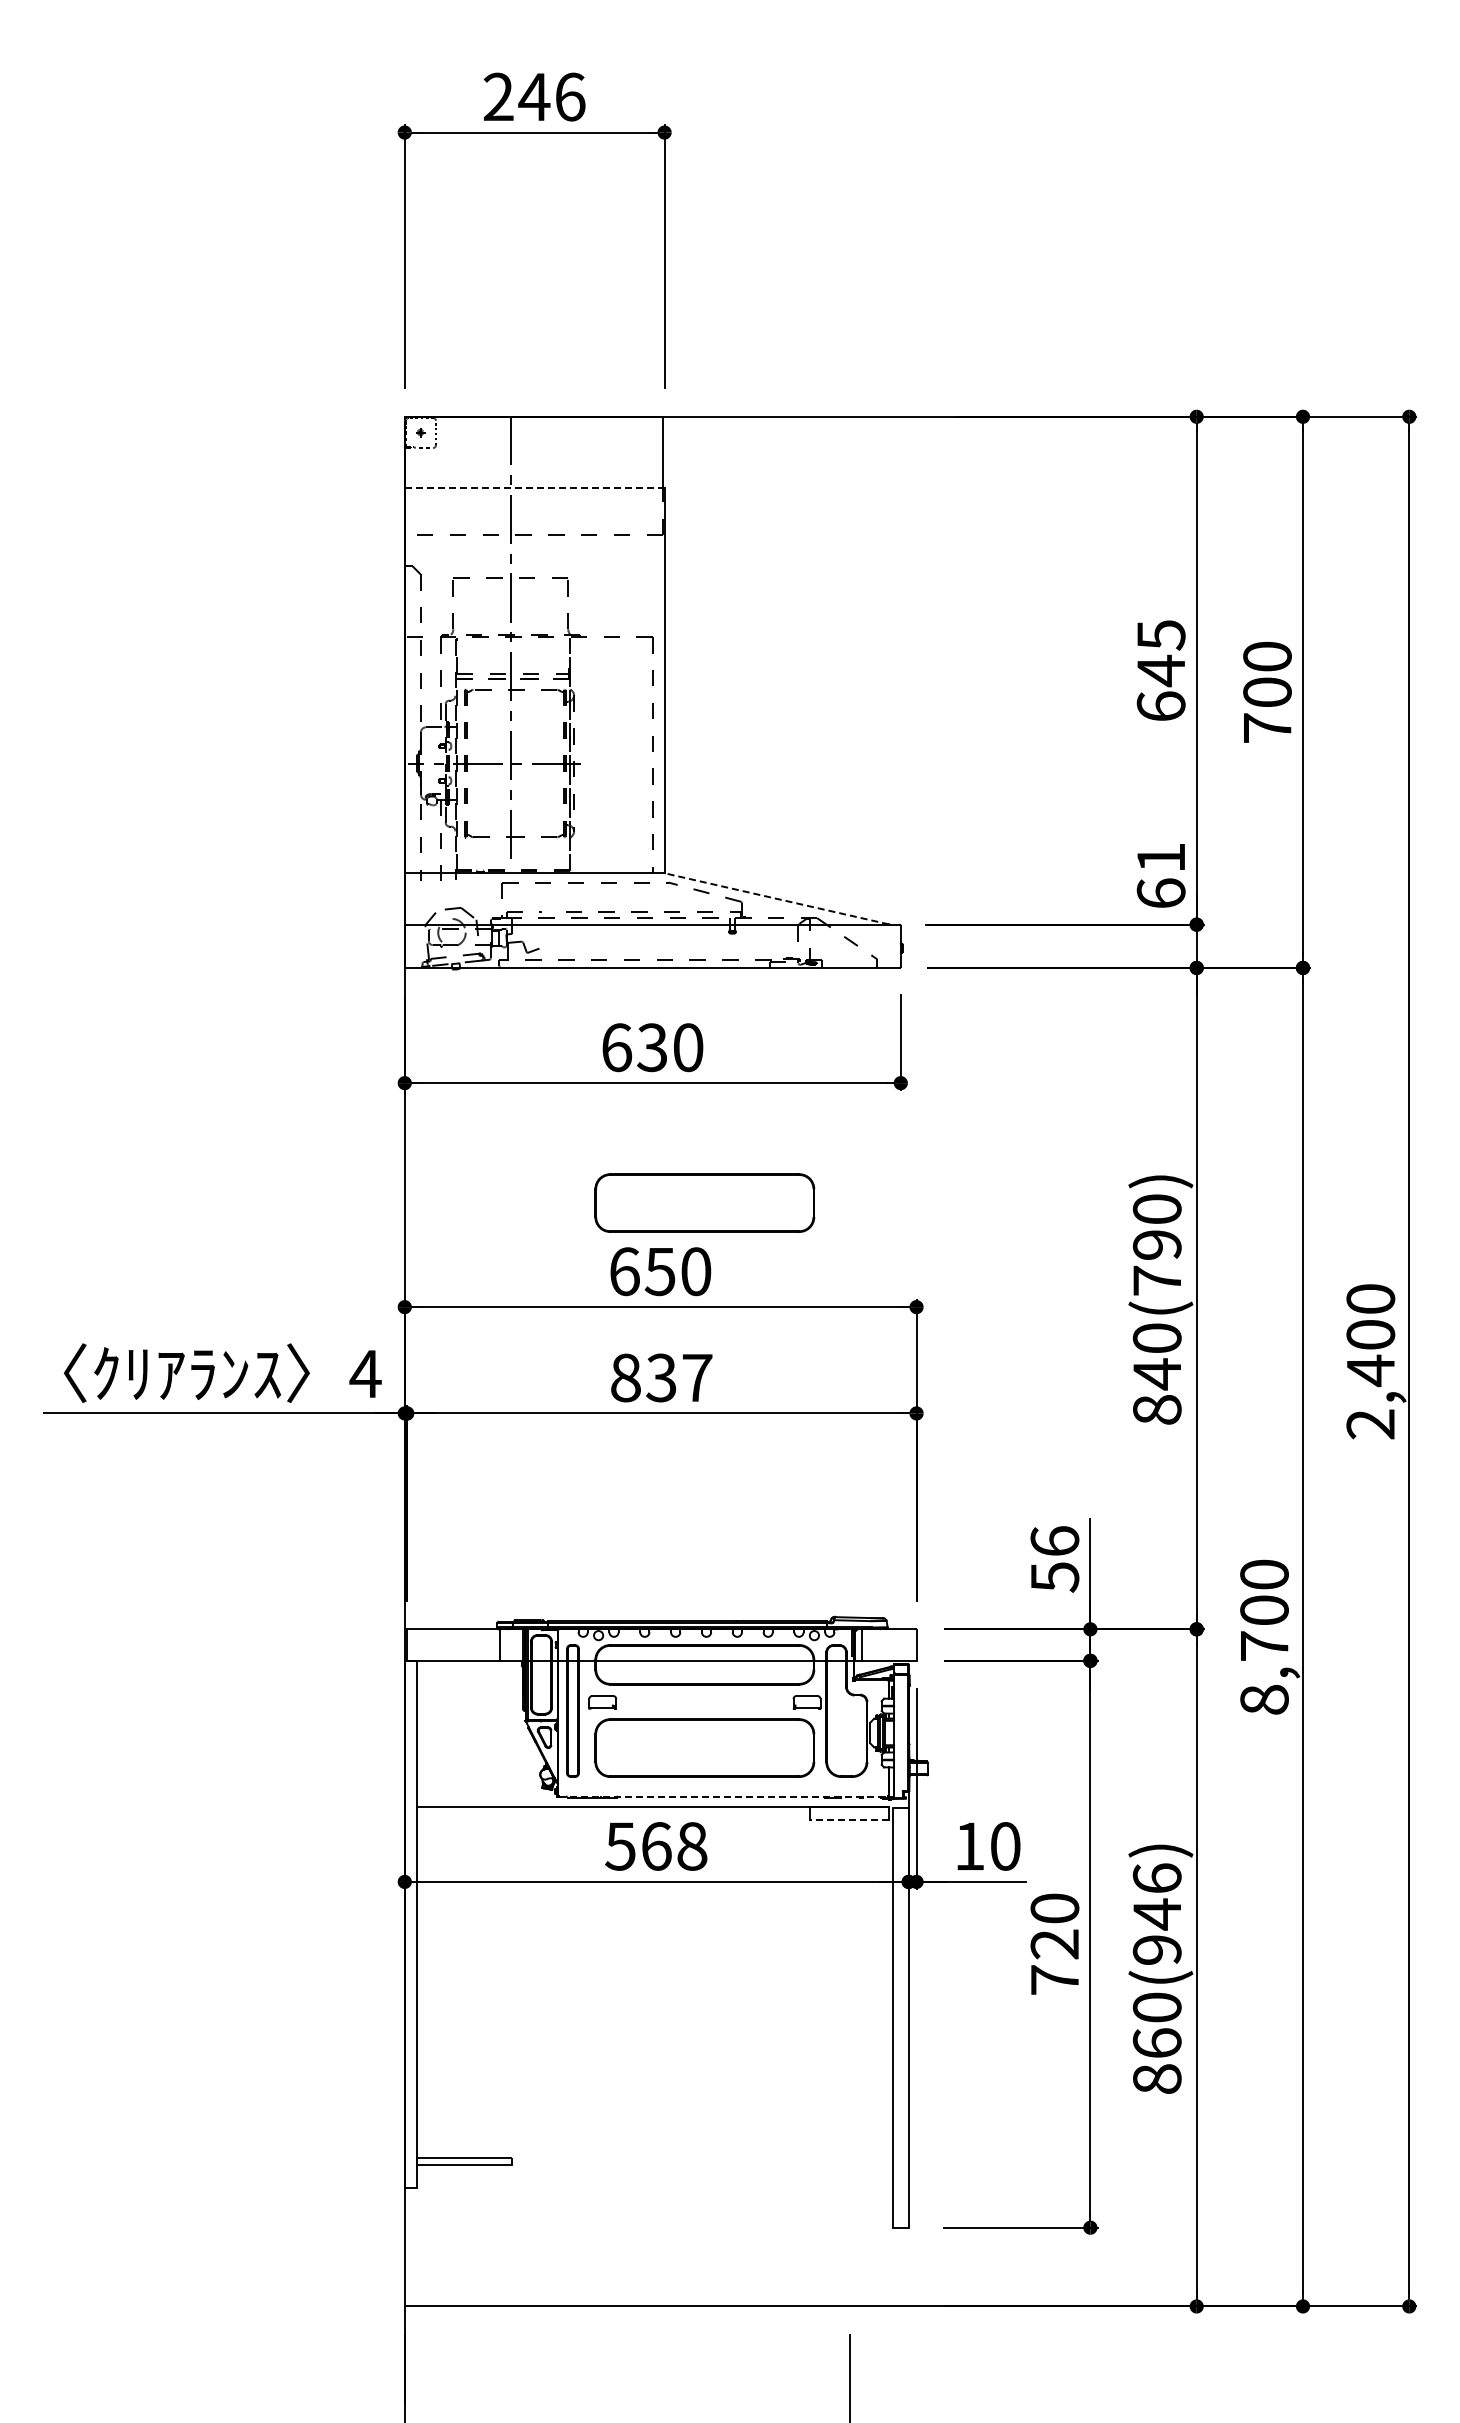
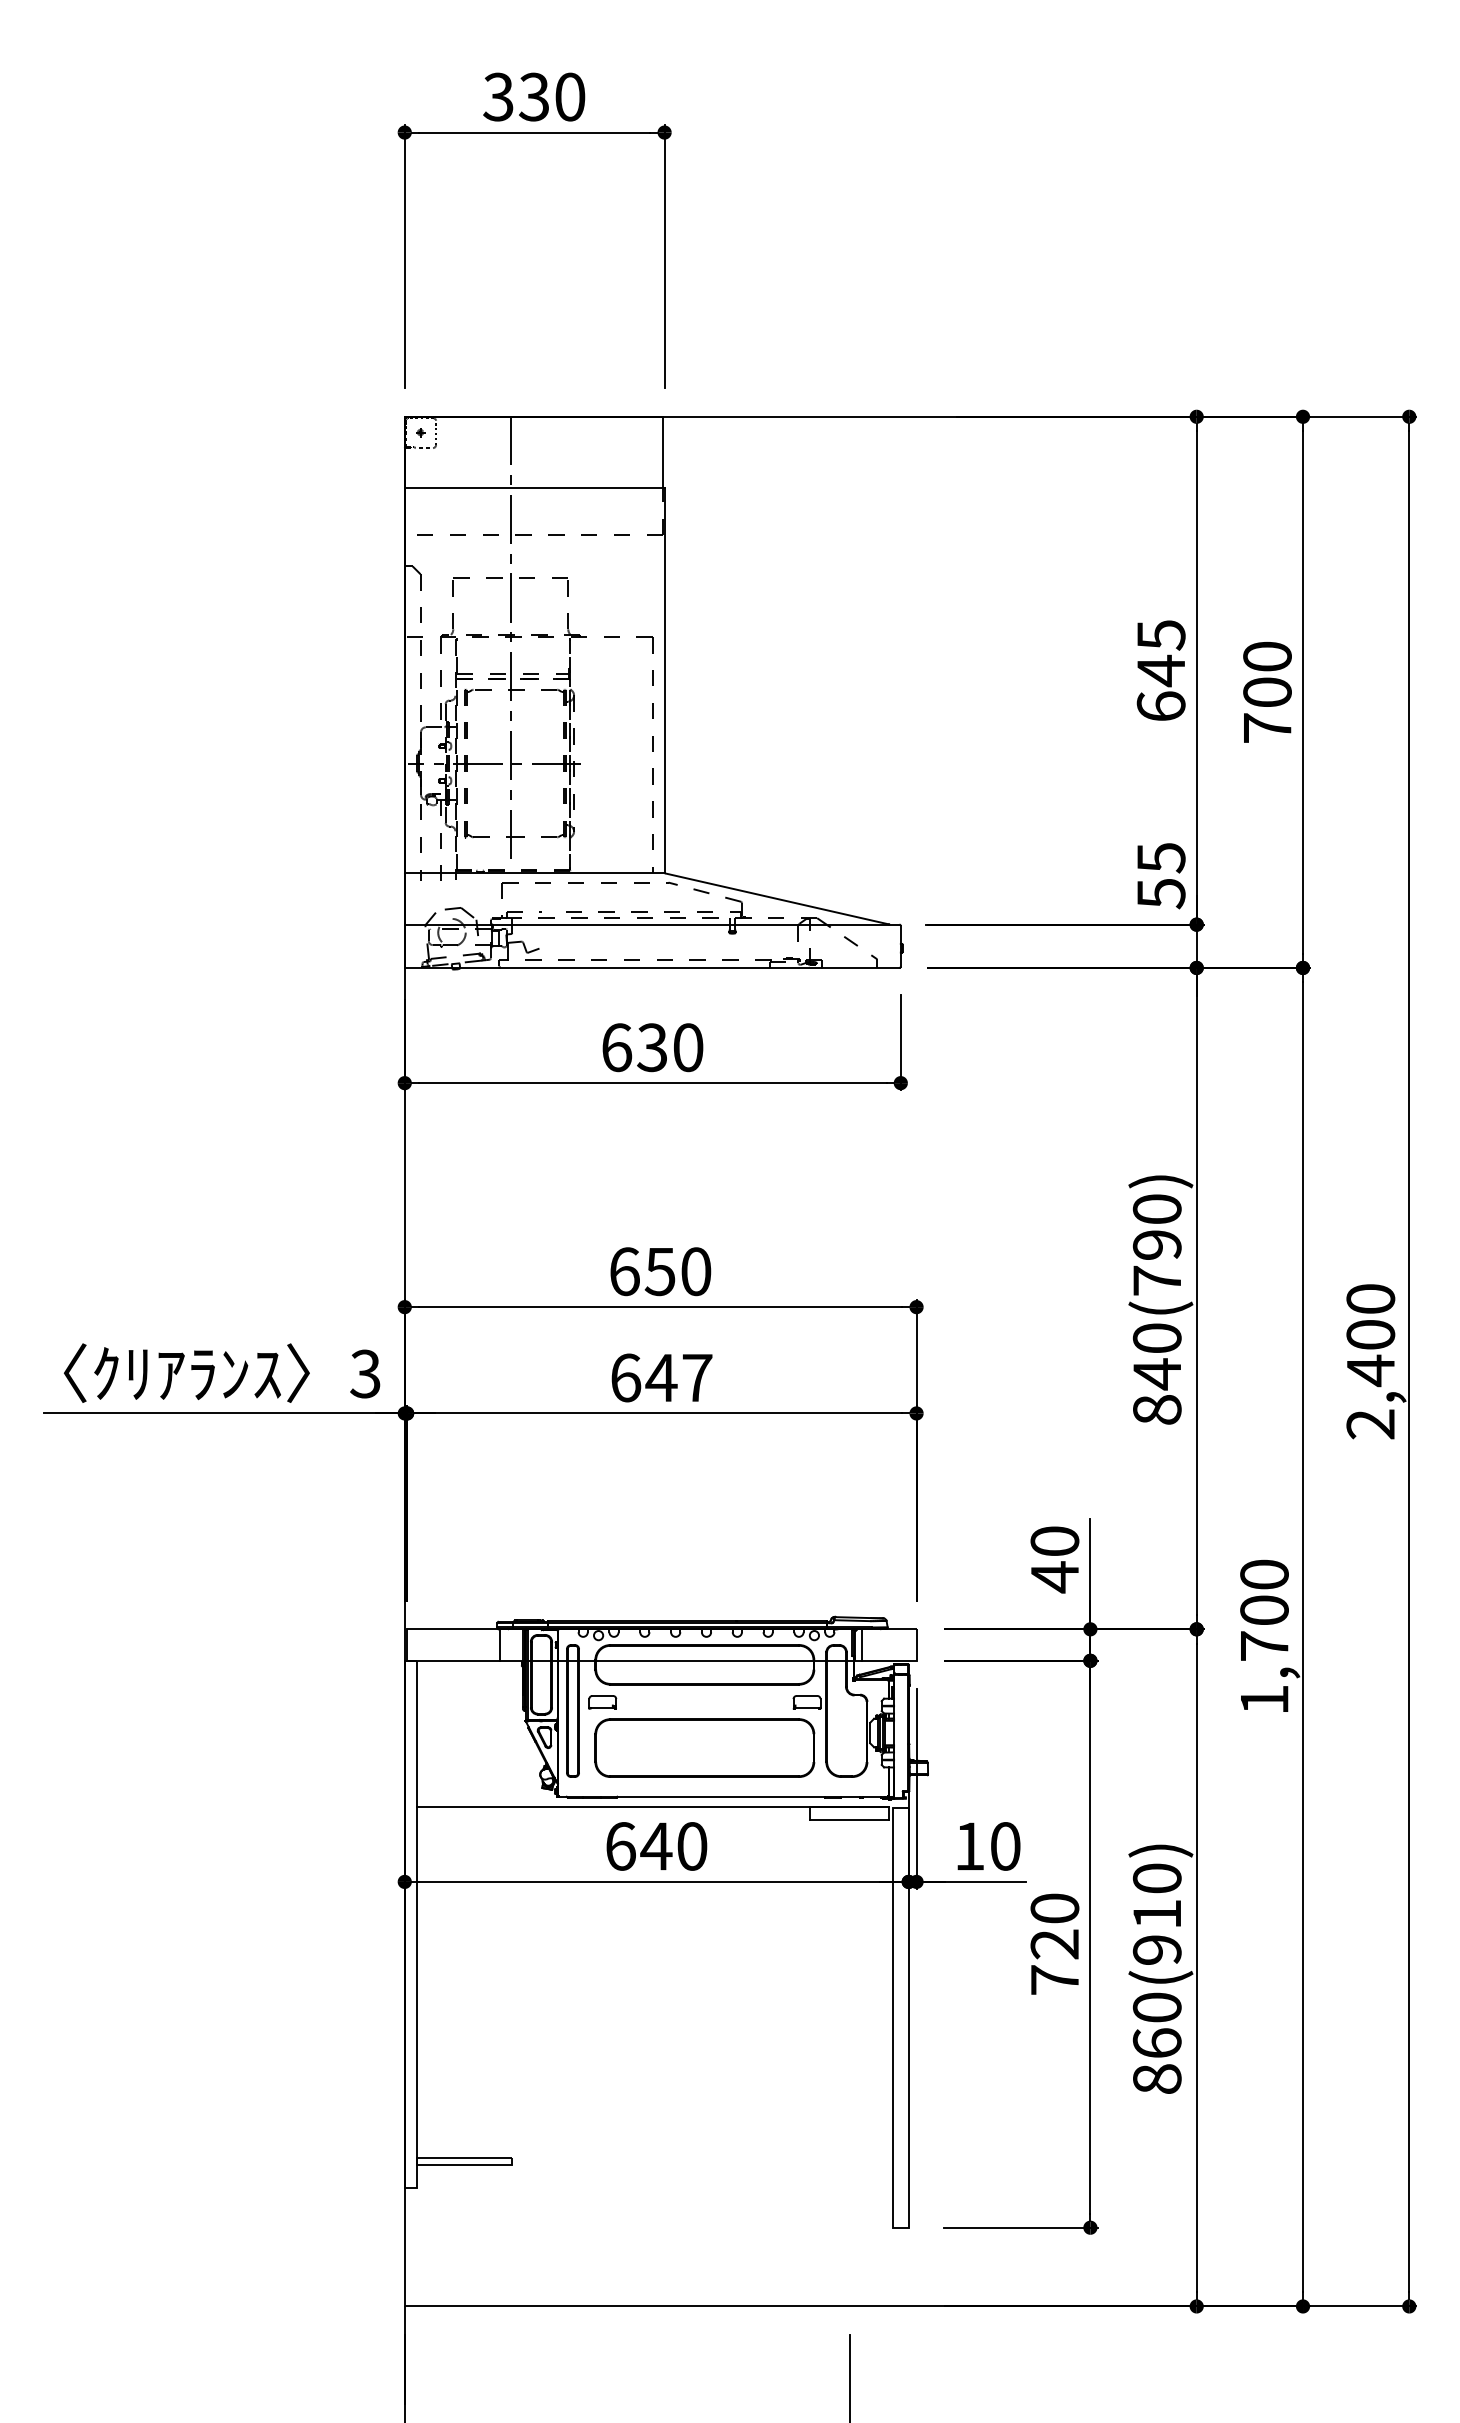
text at (534, 96): 246 -> 330
line at (534, 487): dashed -> solid
text at (1160, 876): 61 -> 55
line at (777, 898): dashed -> solid
part at (704, 1202): present -> none
text at (365, 1373): 4 -> 3
text at (644, 1377): 837 -> 647
text at (1054, 1559): 56 -> 40
text at (1264, 1699): 8,700 -> 1,700
line at (723, 1796): dashed -> solid
line at (849, 1819): dashed -> solid
text at (656, 1846): 568 -> 640
text at (1156, 1896): 860(946) -> 860(910)
